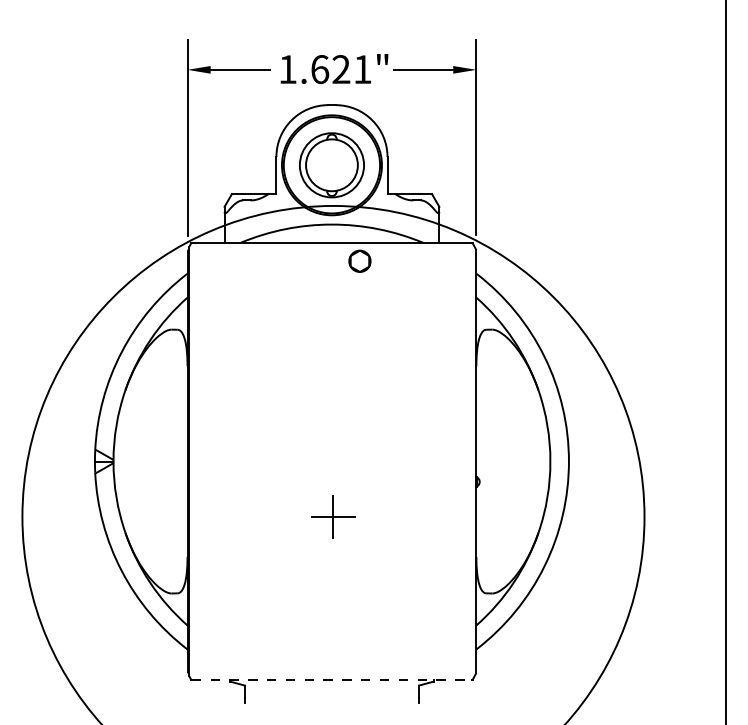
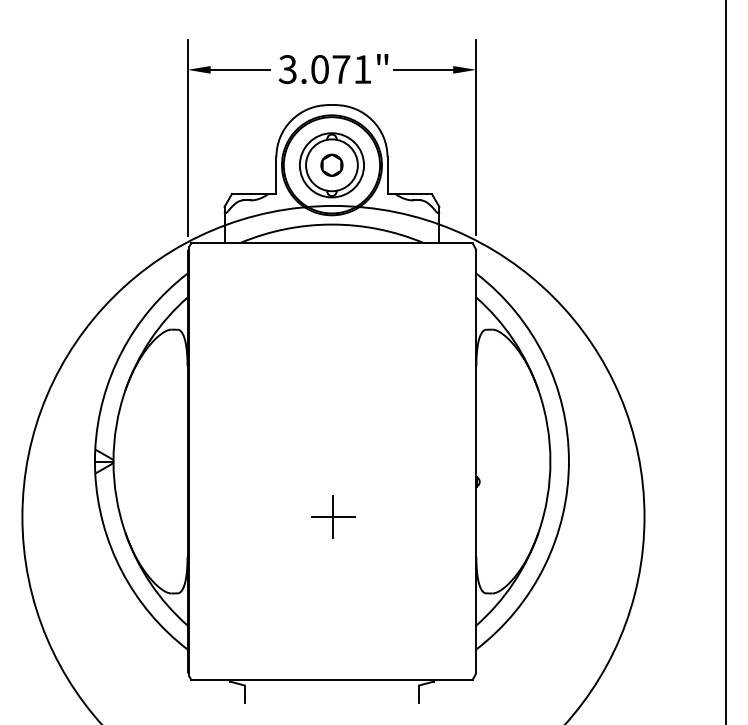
text at (314, 69): 1.621" -> 3.071"
part at (359, 260) position: (359, 260) -> (331, 164)
line at (332, 680): dashed -> solid
